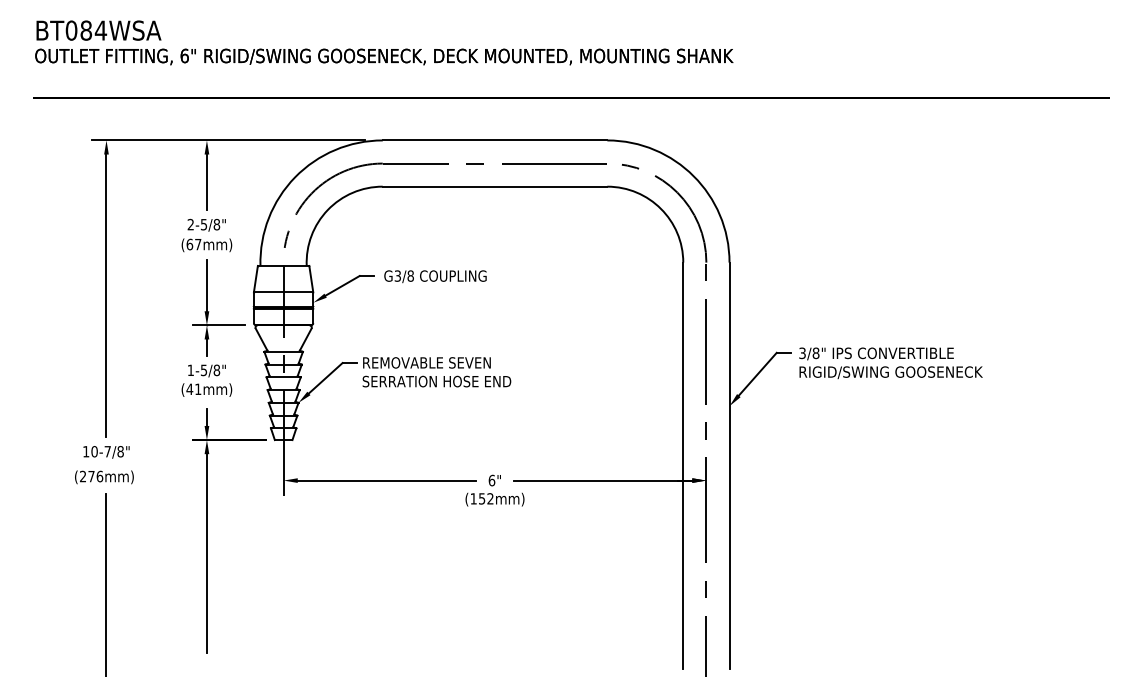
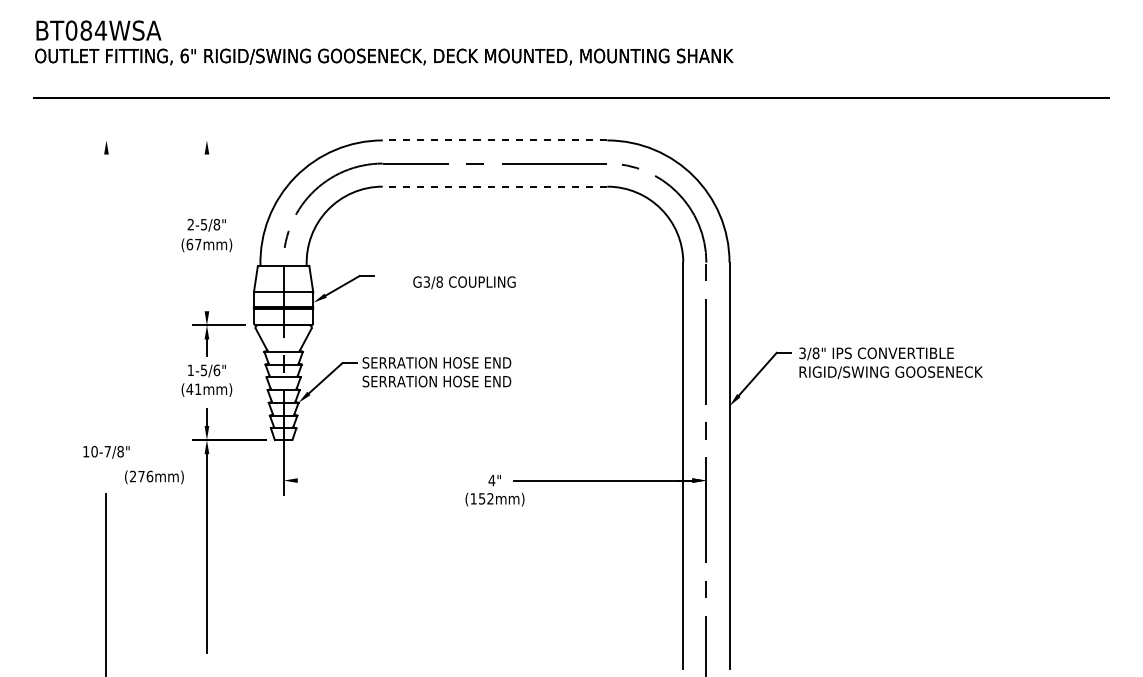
line at (228, 140): present -> none
line at (494, 140): solid -> dashed
line at (206, 181): present -> none
line at (494, 186): solid -> dashed
text at (435, 276) position: (435, 276) -> (464, 282)
line at (206, 285): present -> none
line at (106, 295): present -> none
text at (436, 362): REMOVABLE SEVEN -> SERRATION HOSE END
text at (216, 369): 1-5/8" -> 1-5/6"
text at (104, 477) position: (104, 477) -> (154, 477)
line at (386, 480): present -> none
text at (491, 480): 6" -> 4"
